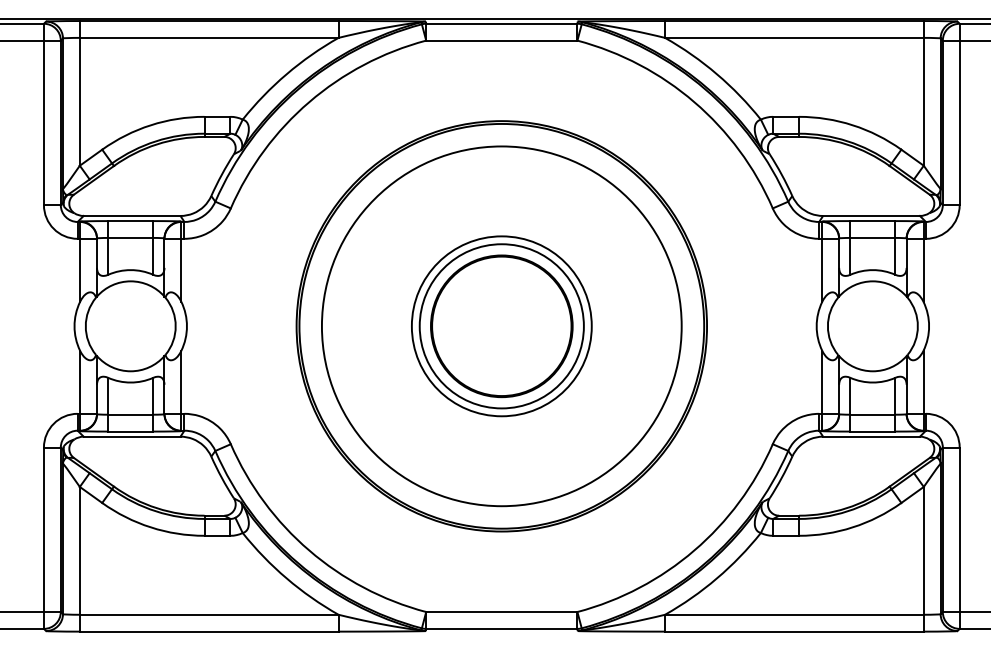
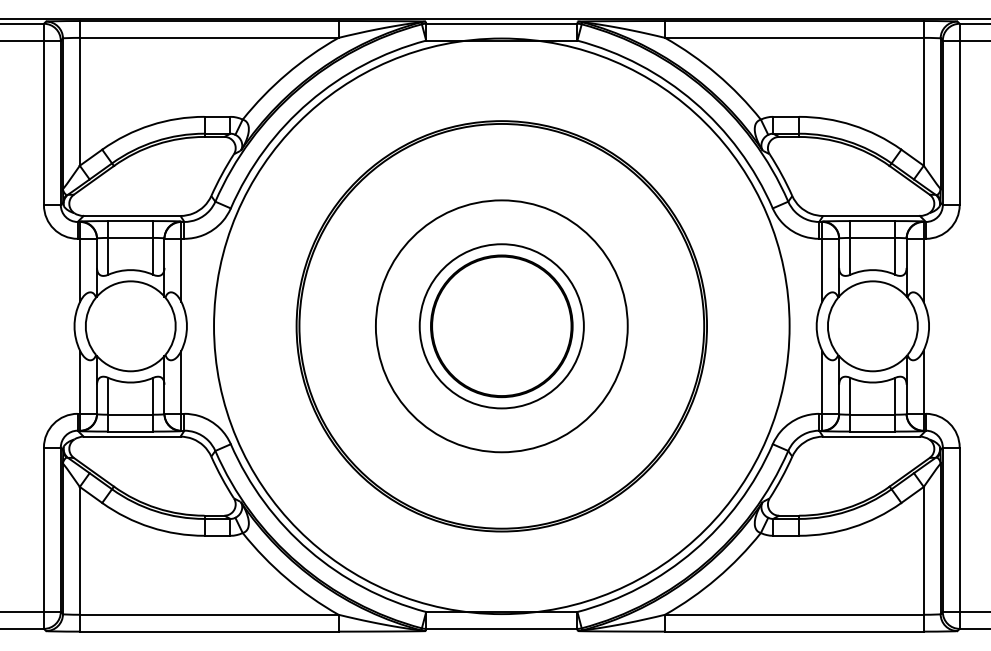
circle at (501, 326) diameter: 180 px -> 252 px
circle at (501, 326) diameter: 360 px -> 576 px
